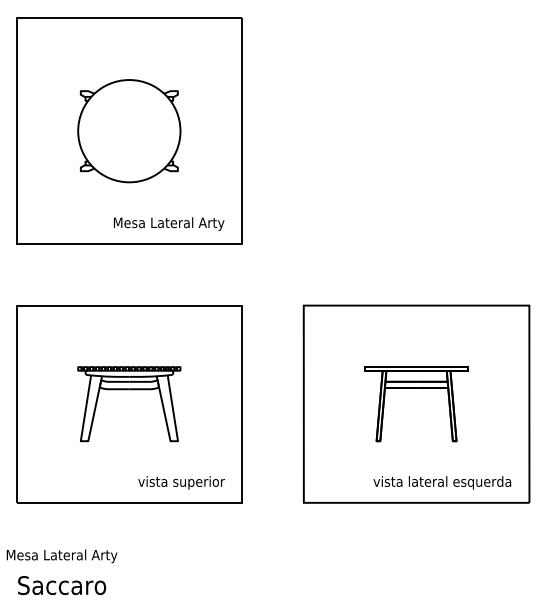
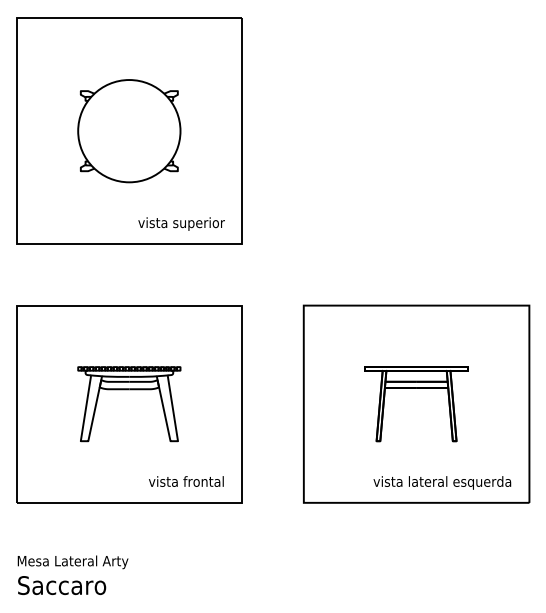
text at (168, 223): Mesa Lateral Arty -> vista superior
text at (181, 482): vista superior -> vista frontal
text at (61, 556) position: (61, 556) -> (72, 562)
